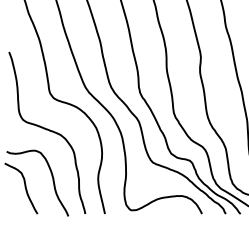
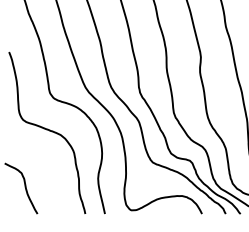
curve at (52, 181): present -> none
